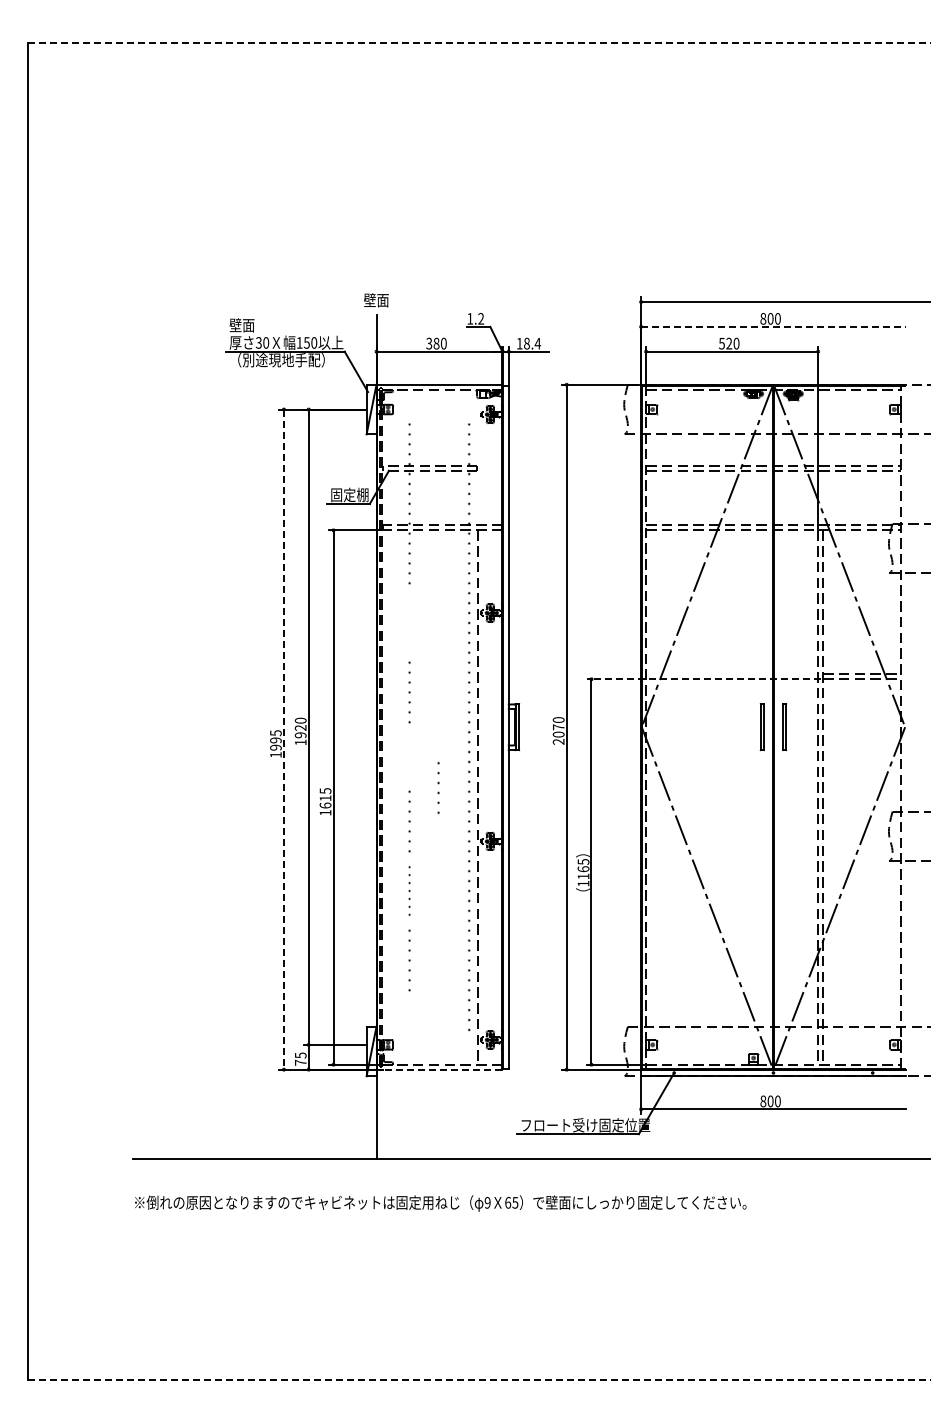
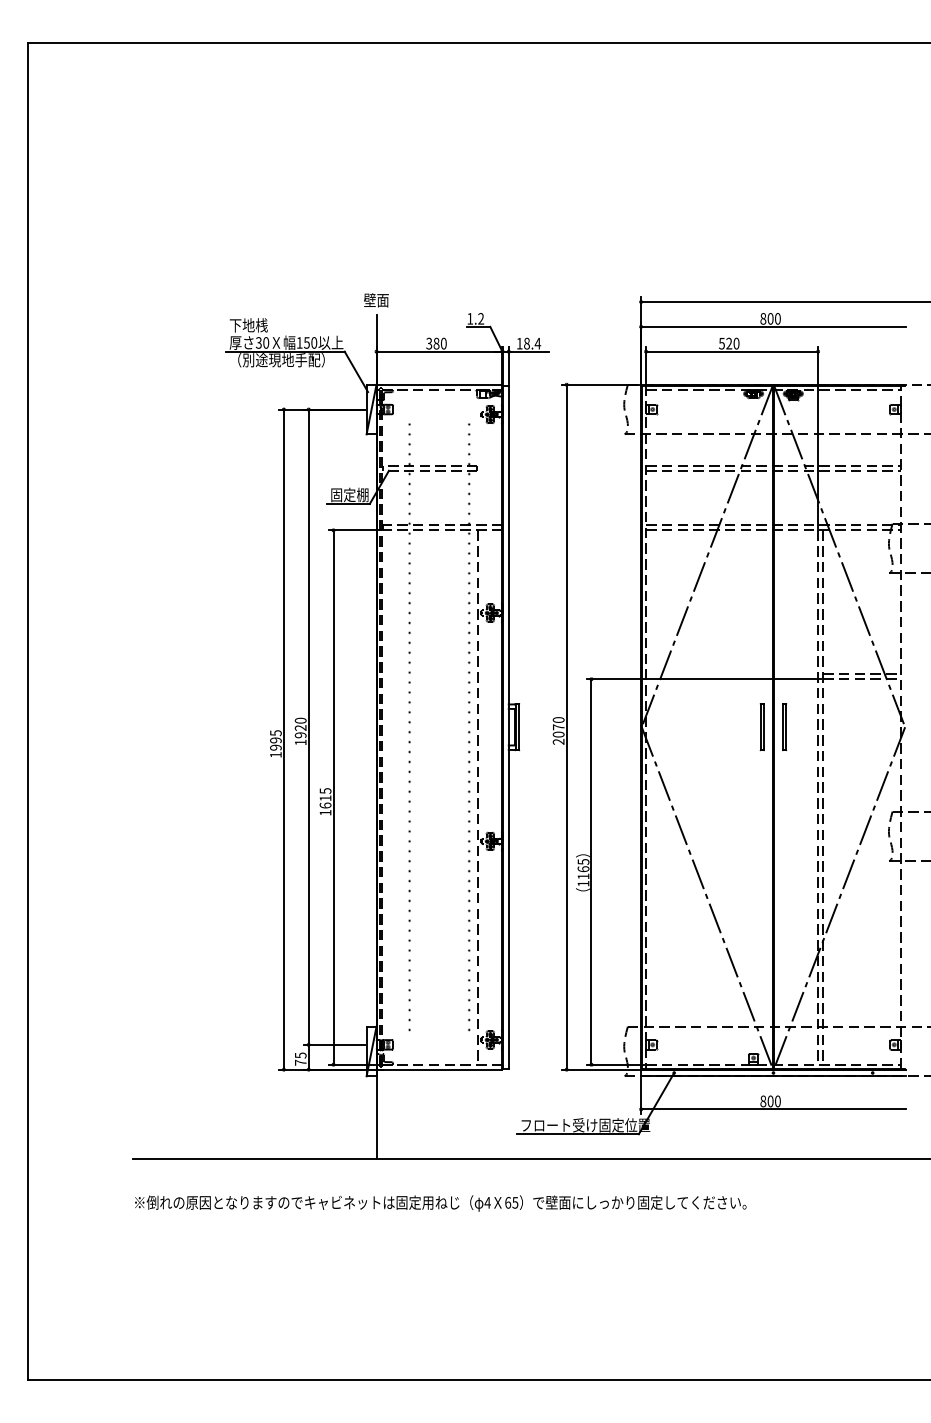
line at (479, 42): dashed -> solid
text at (248, 325): 壁面 -> 下地桟
line at (773, 326): dashed -> solid
part at (409, 622): none -> present
line at (703, 679): dashed -> solid
line at (283, 740): dashed -> solid
part at (438, 787) position: (438, 787) -> (409, 756)
part at (409, 890) size: 3x50 px -> 3x62 px
part at (409, 1015): none -> present
line at (439, 1069): dashed -> solid
text at (487, 1202): 9 -> 4
line at (479, 1380): dashed -> solid
